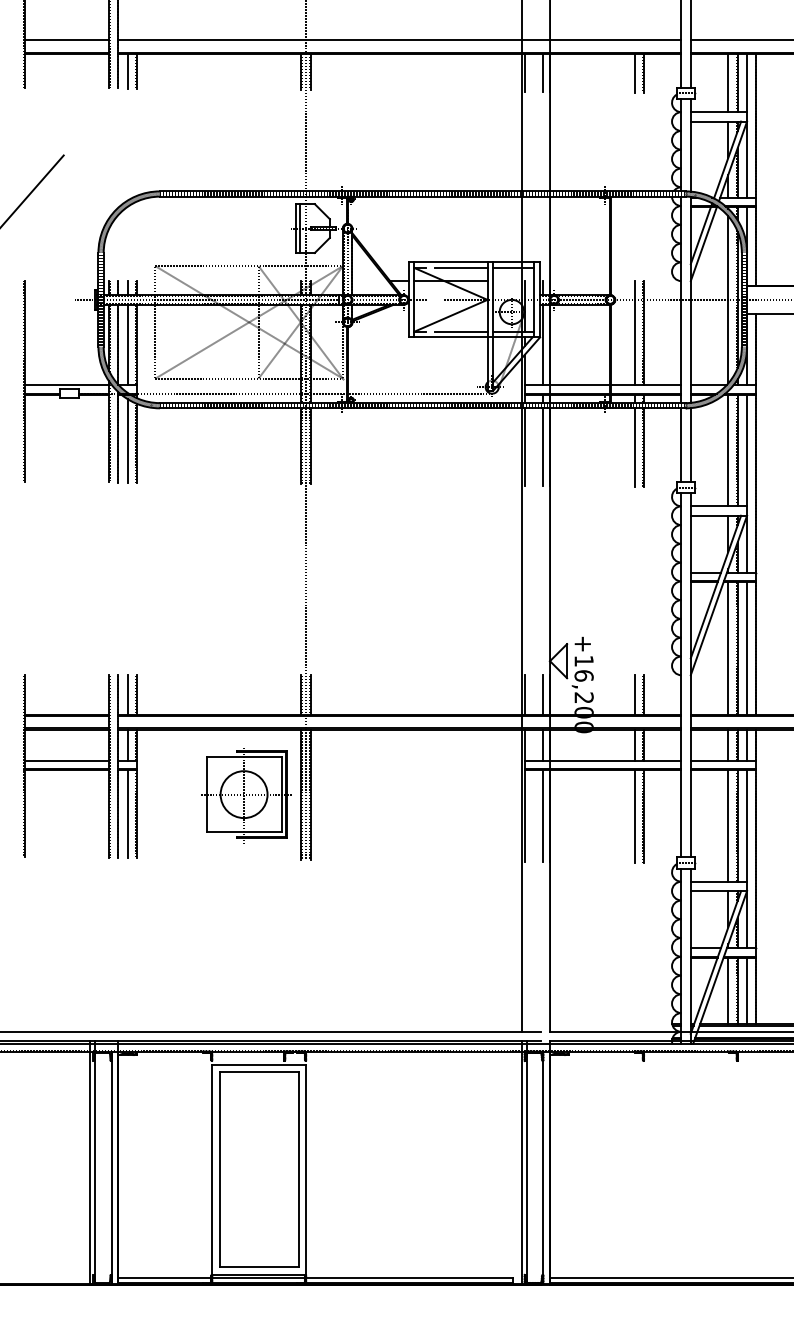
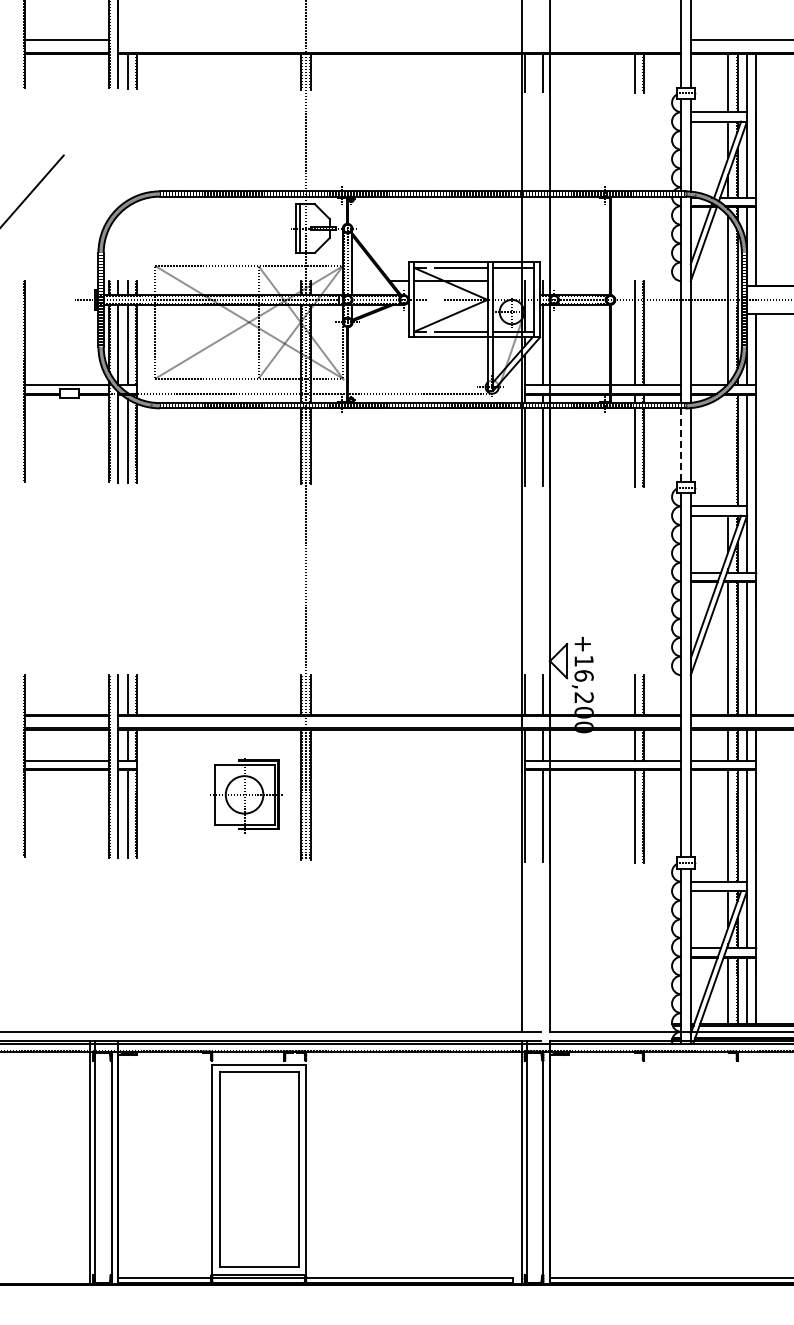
line at (399, 40): present -> none
line at (681, 445): solid -> dashed
line at (728, 450): present -> none
part at (246, 795) size: 91x96 px -> 73x76 px
